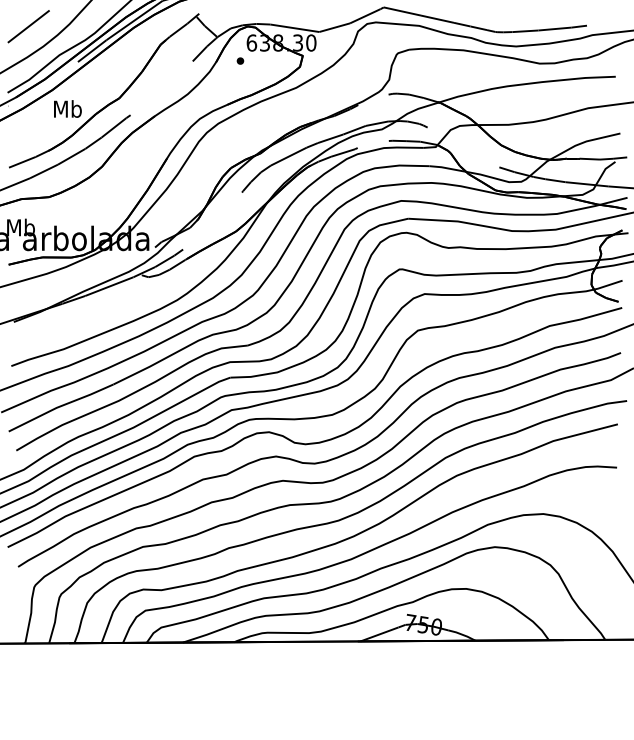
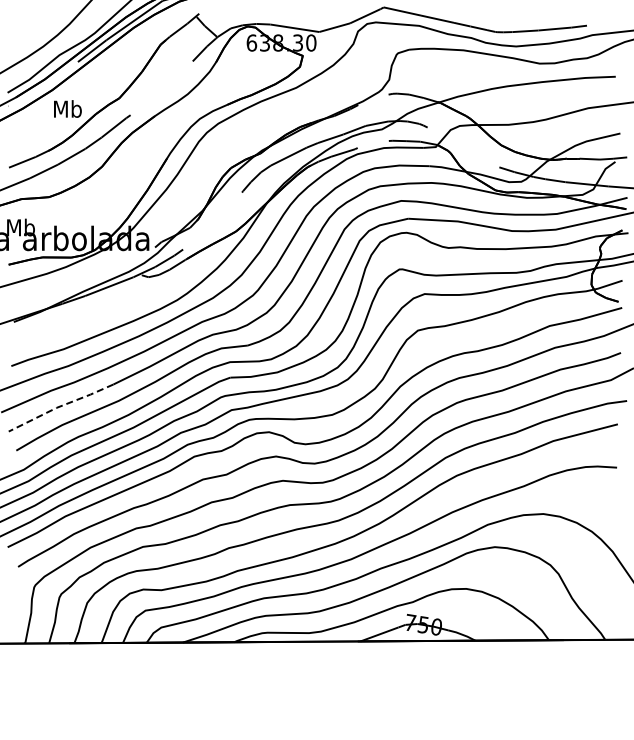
line at (28, 26): present -> none
part at (240, 60): present -> none
line at (60, 406): solid -> dashed
